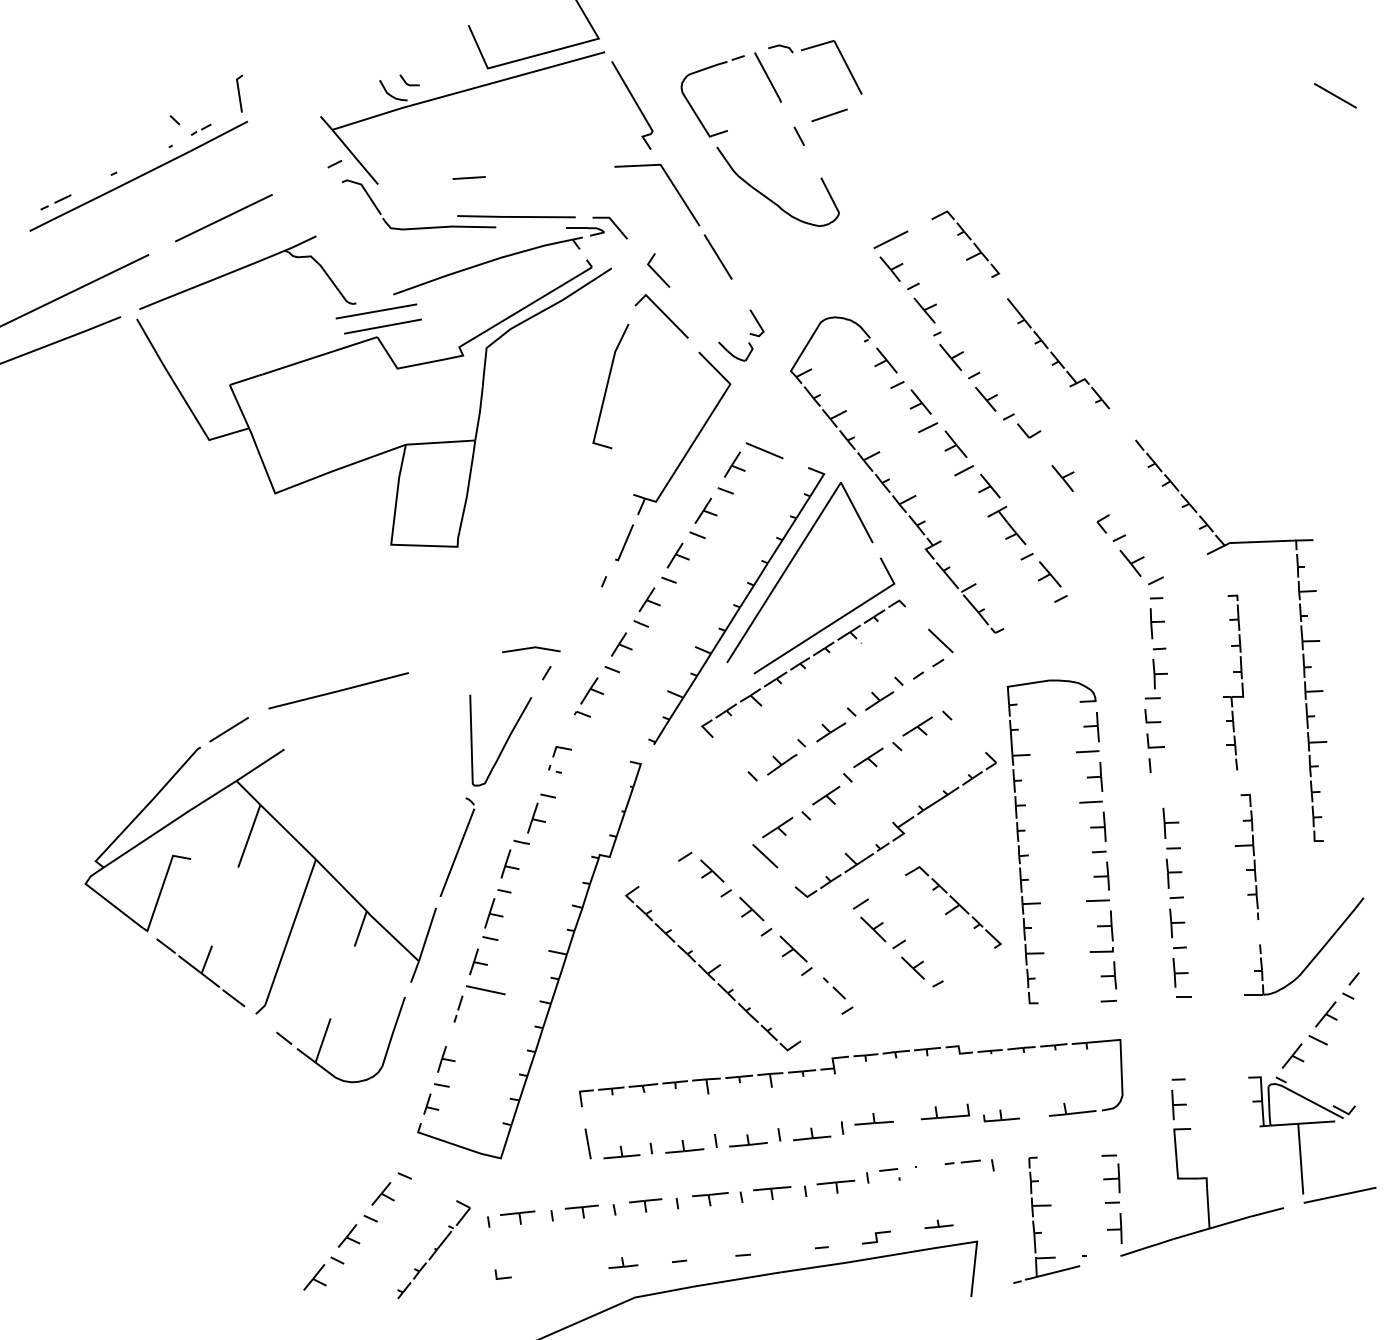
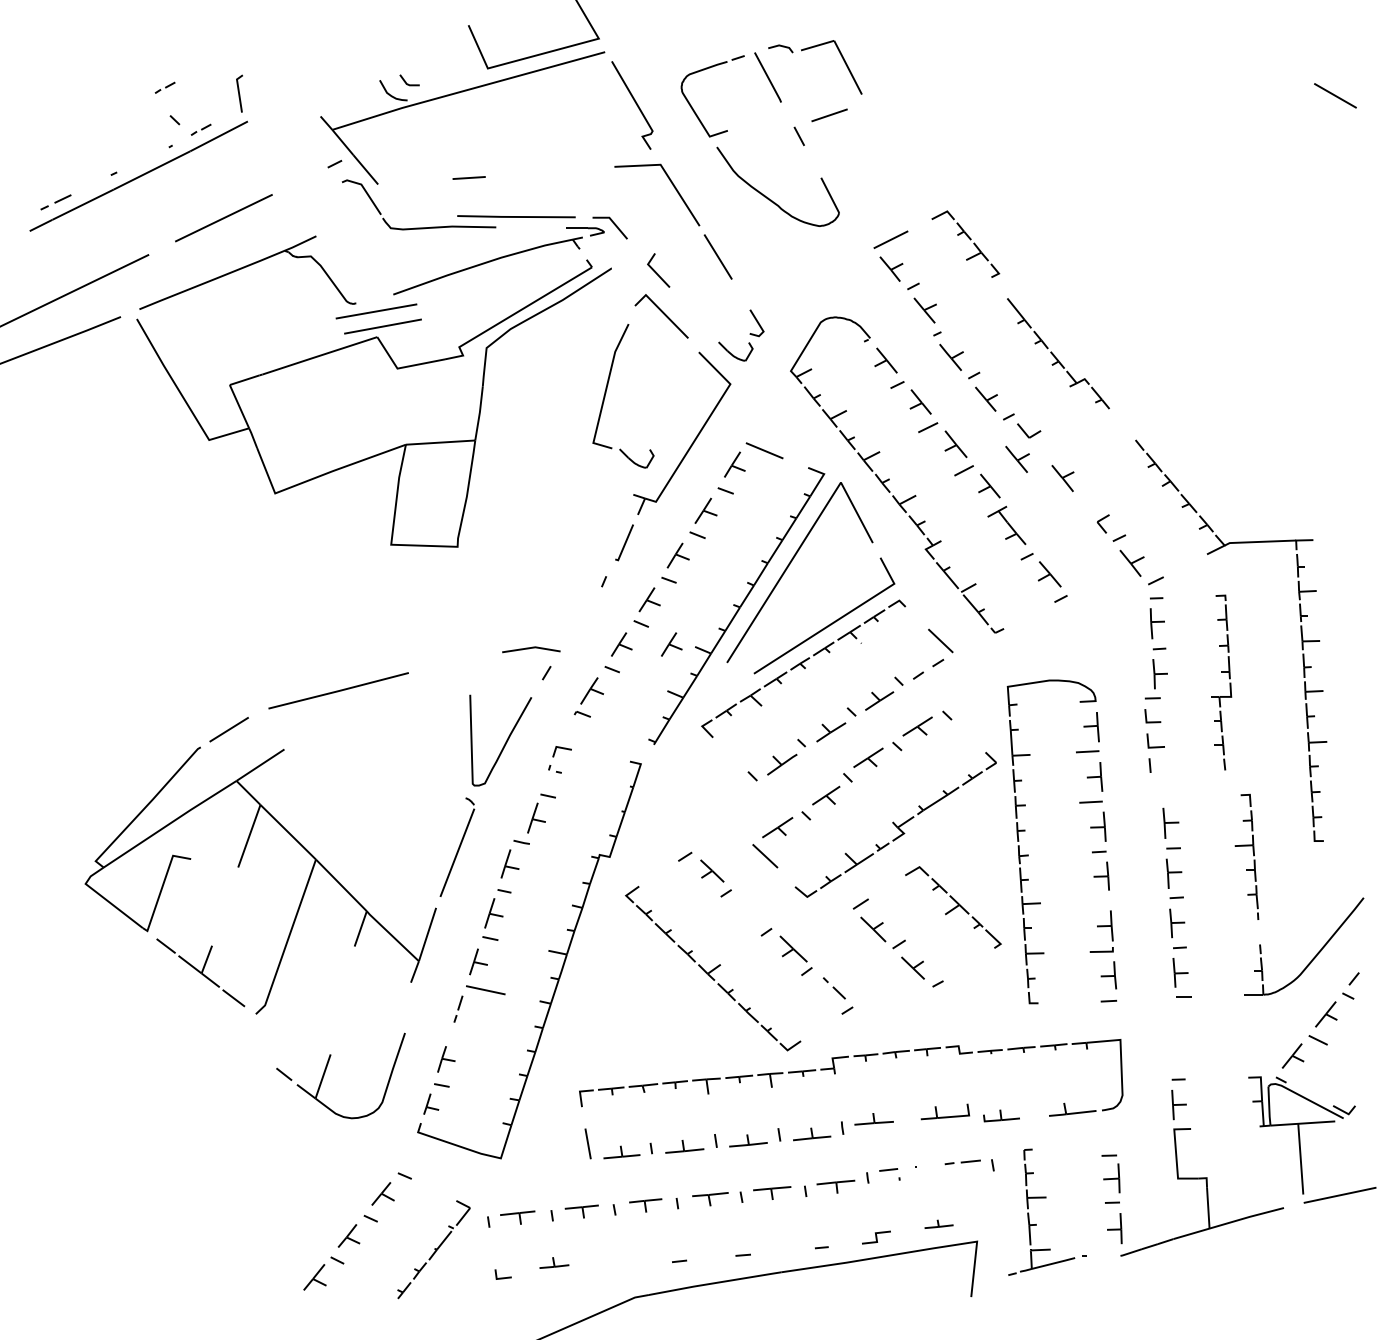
part at (164, 87): none -> present
part at (636, 458): none -> present
part at (1017, 458): none -> present
part at (671, 644): none -> present
part at (1241, 682) position: (1241, 682) -> (1229, 682)
line at (1097, 900): present -> none
part at (751, 909): present -> none
part at (326, 1034) position: (326, 1034) -> (326, 1070)
part at (1034, 1222) position: (1034, 1222) -> (1029, 1214)
part at (623, 1262) position: (623, 1262) -> (554, 1262)
